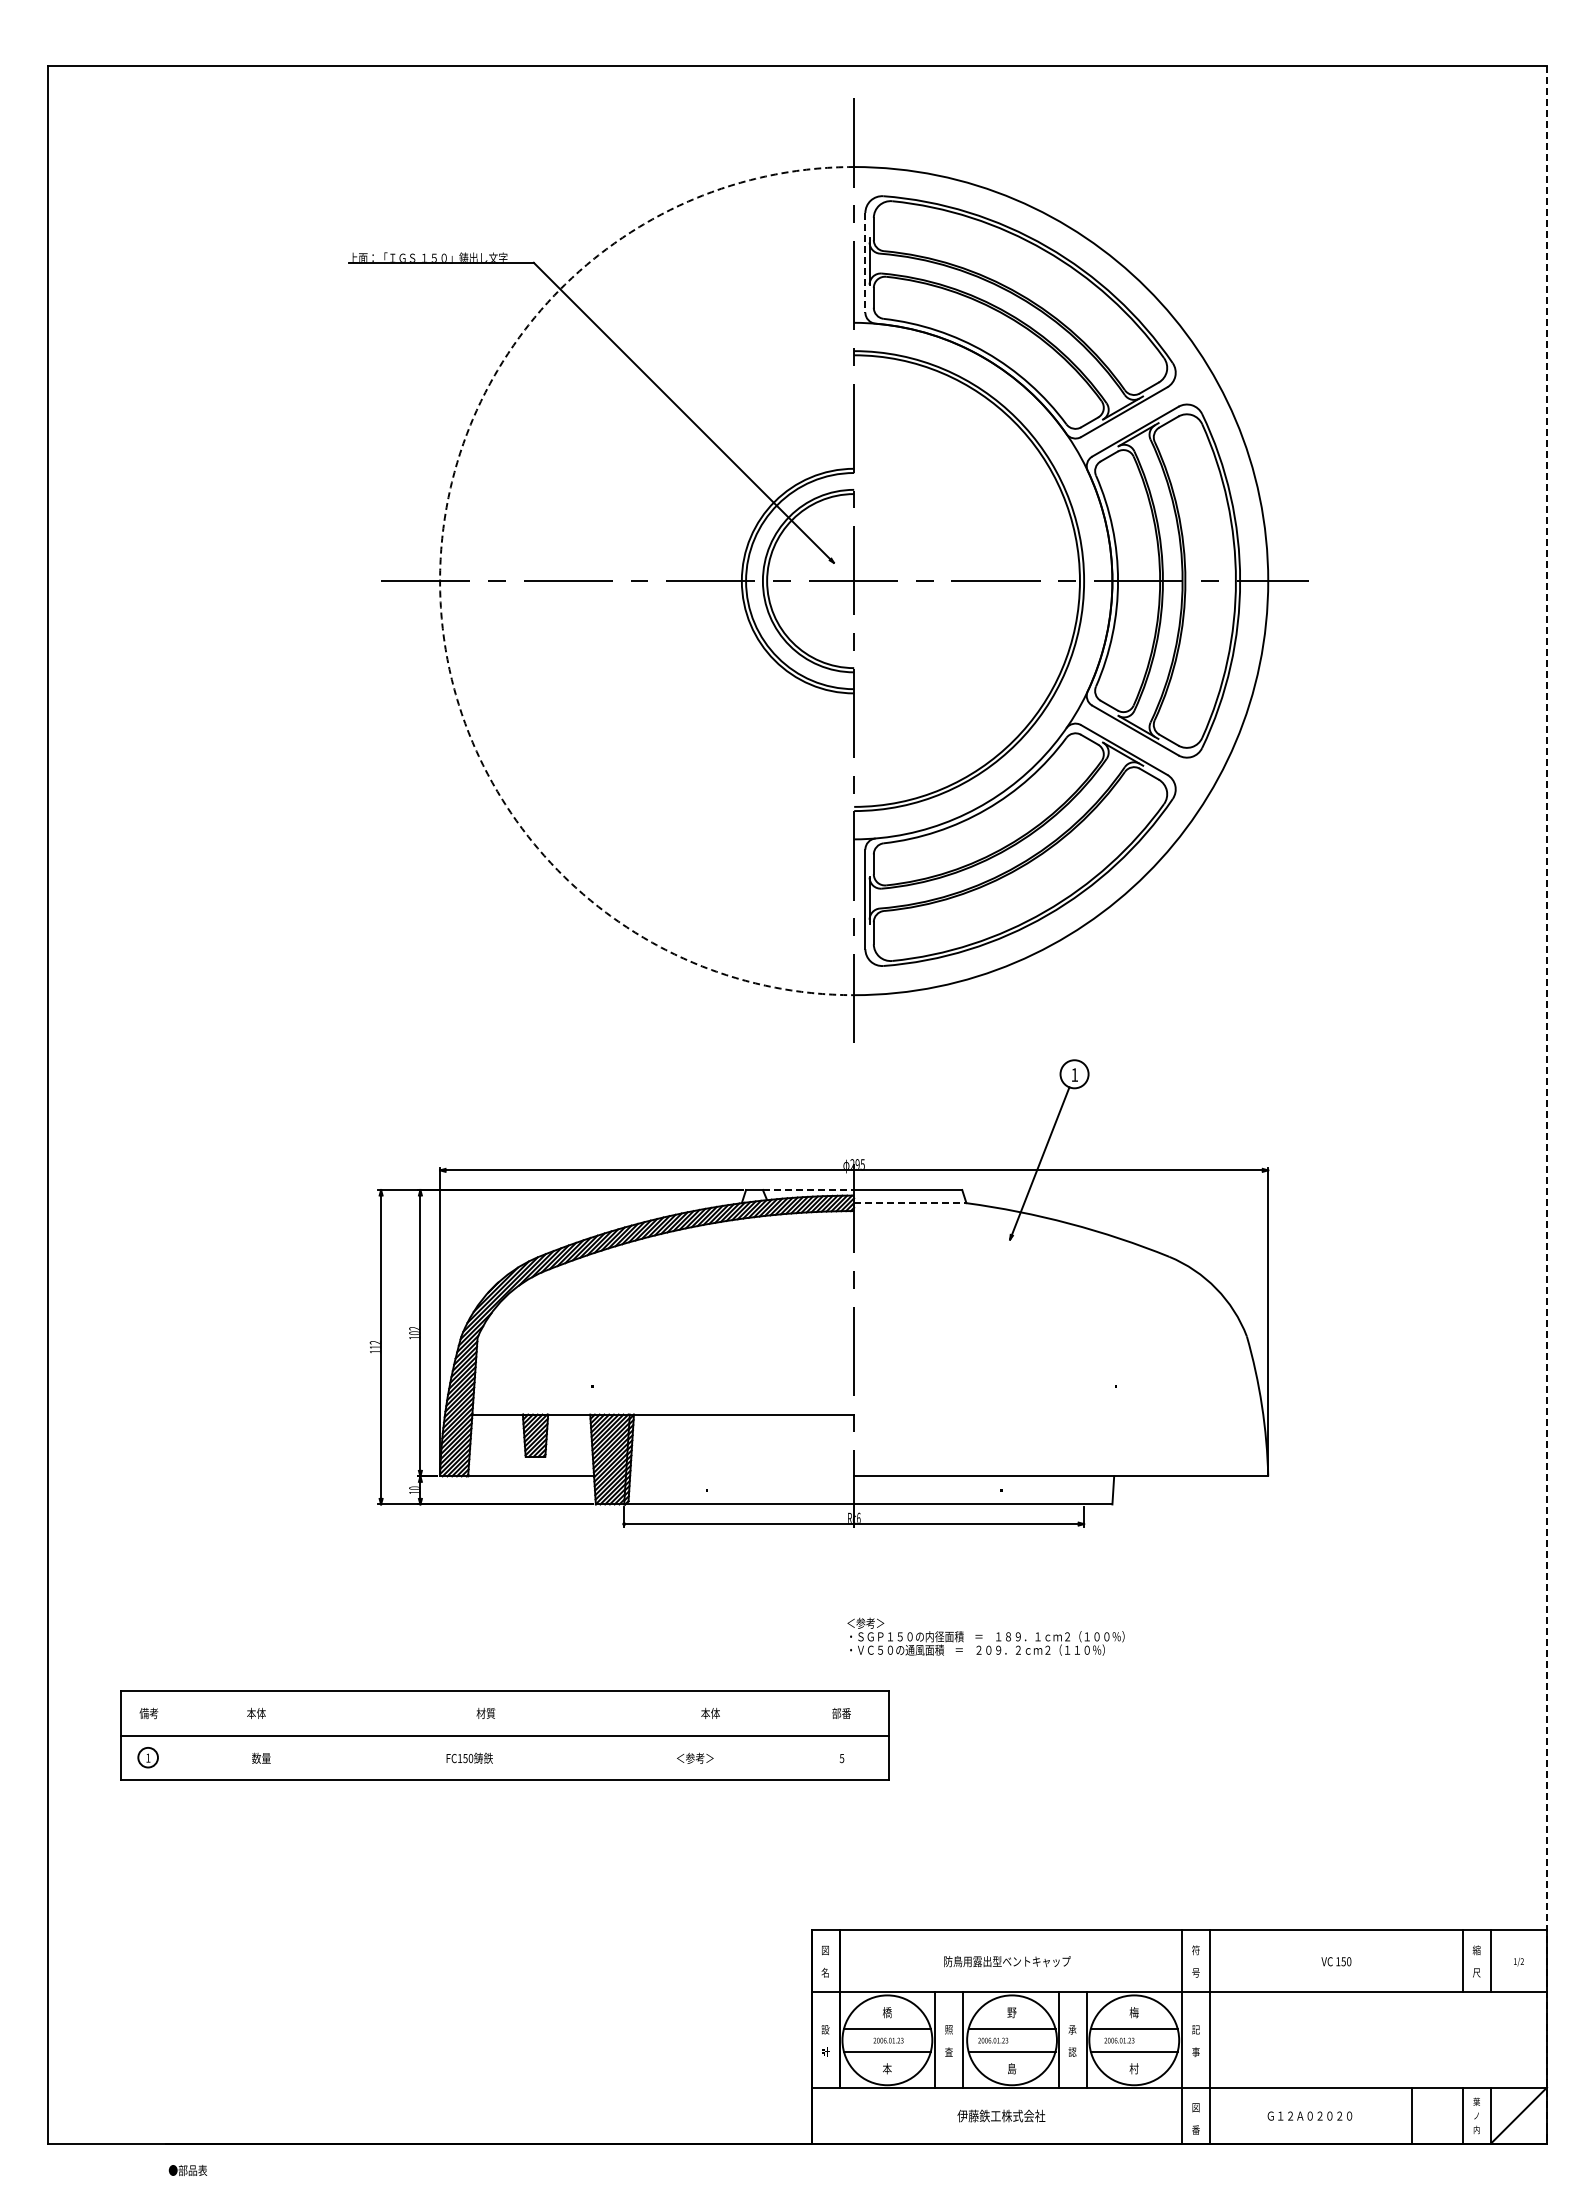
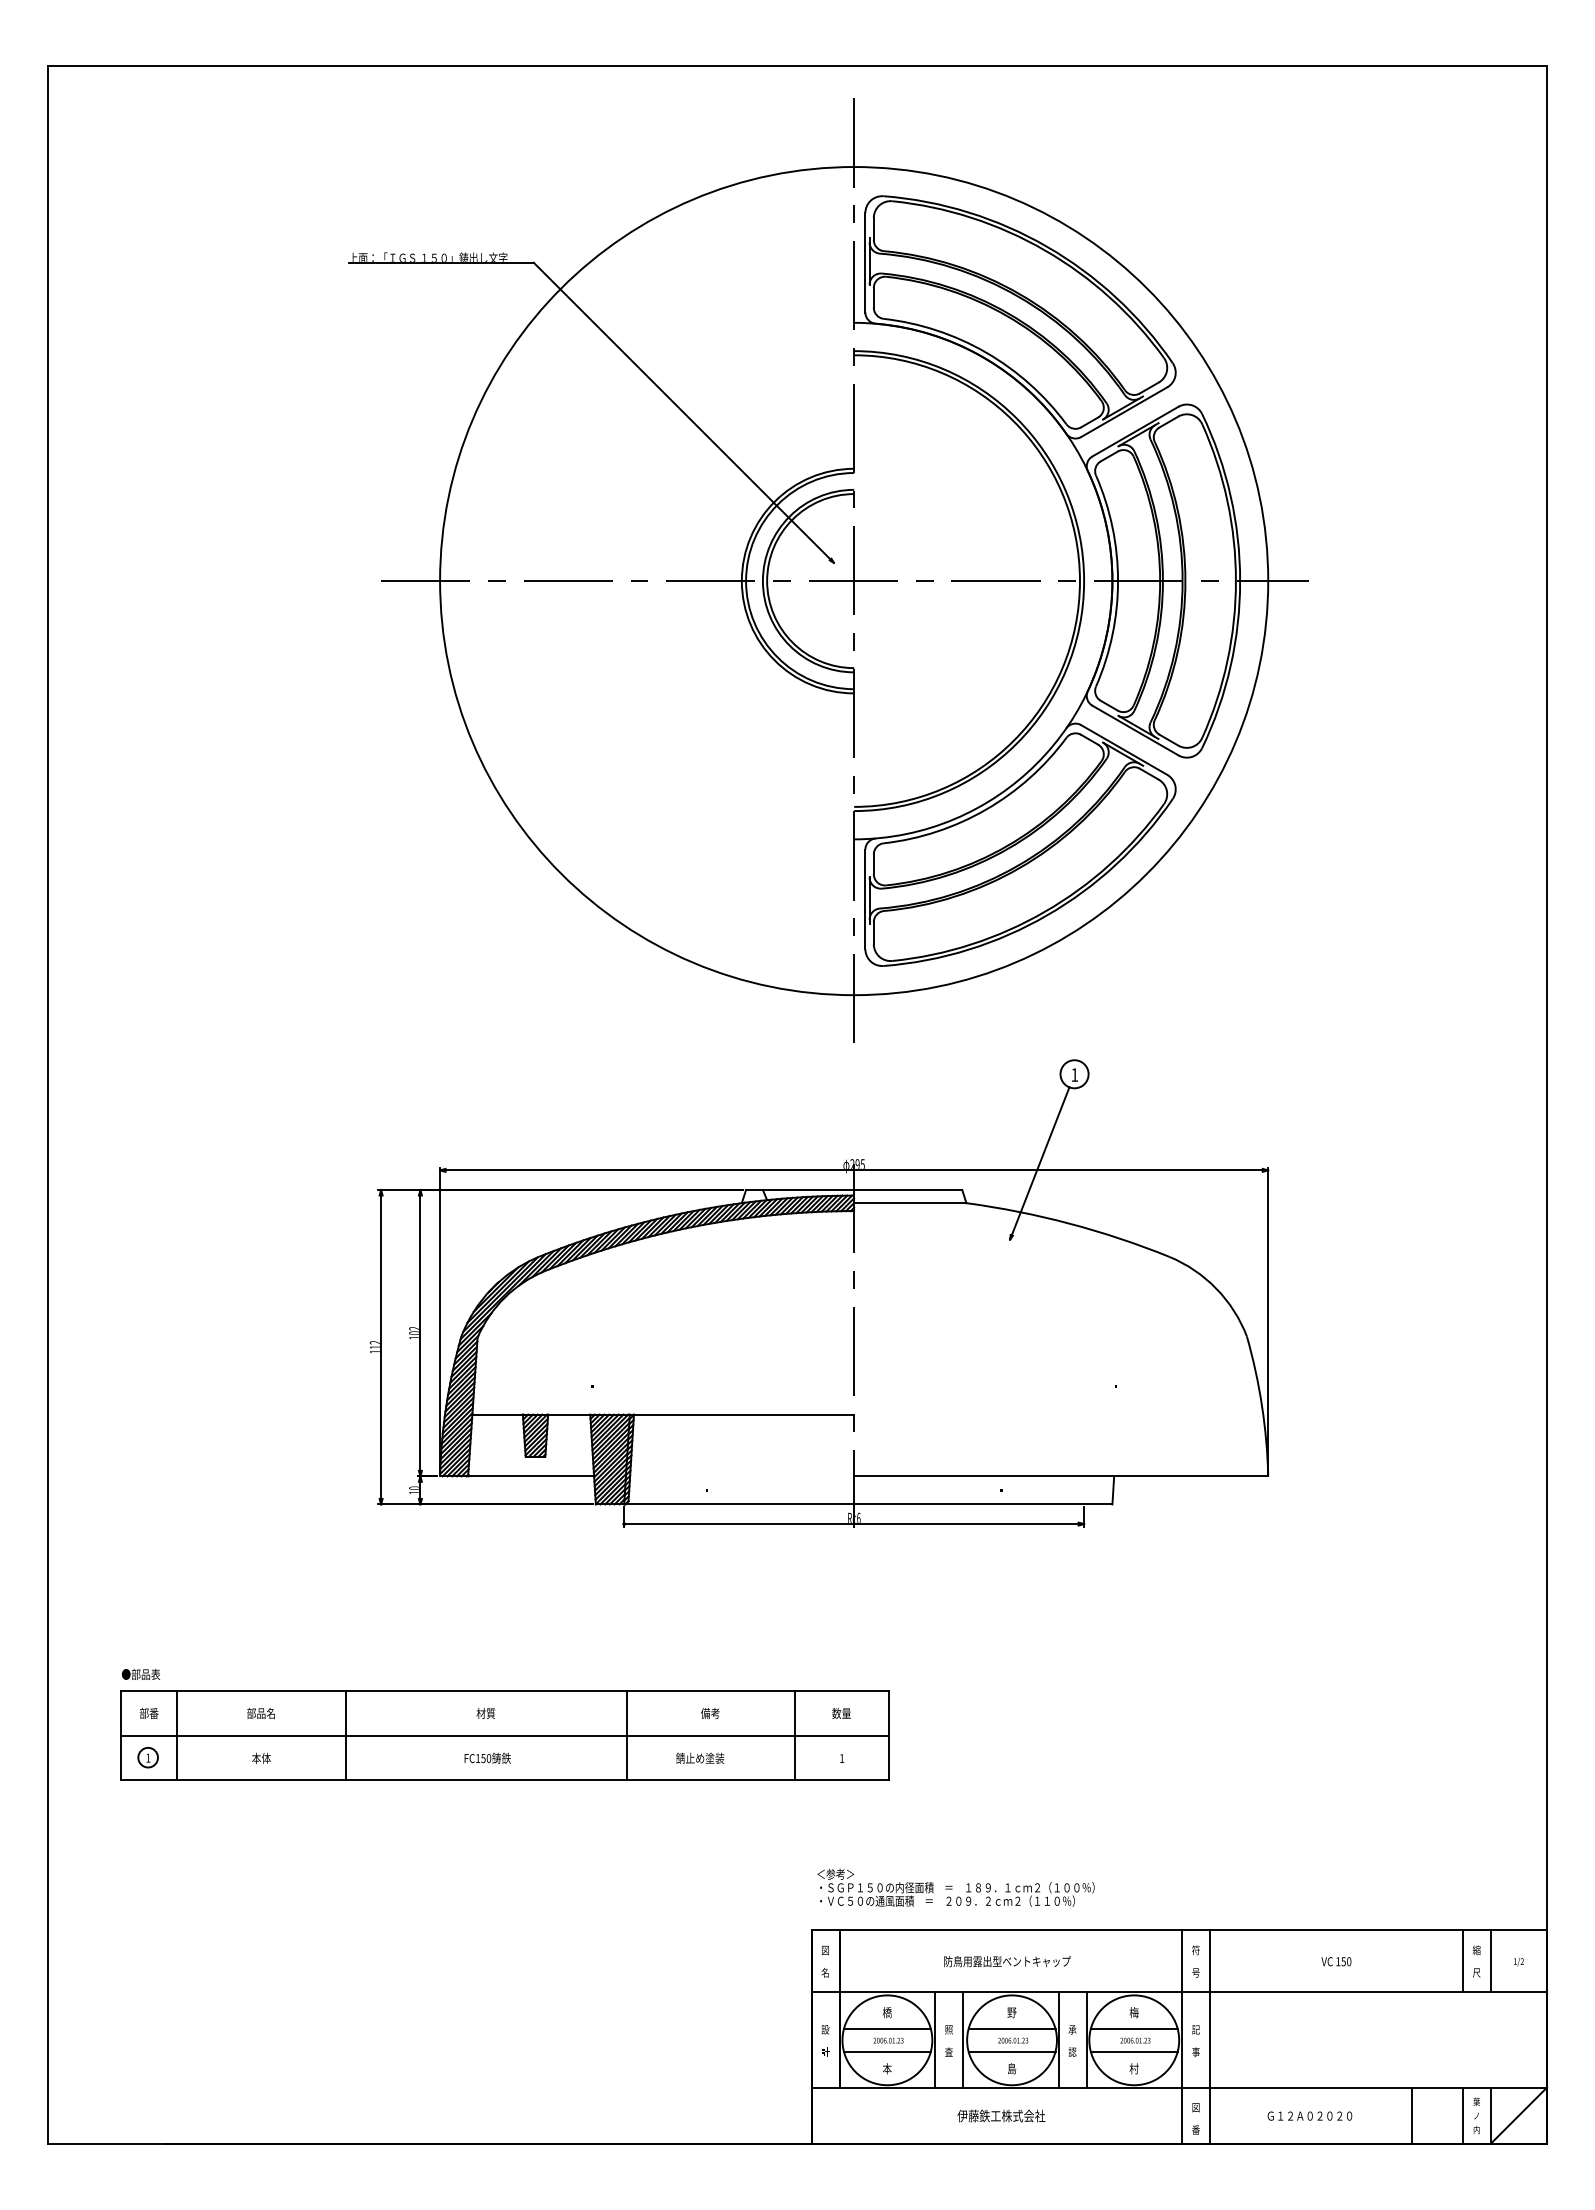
line at (865, 262): dashed -> solid
arc at (440, 581): dashed -> solid
line at (1547, 1105): dashed -> solid
line at (808, 1190): dashed -> solid
line at (910, 1203): dashed -> solid
text at (985, 1636) position: (985, 1636) -> (955, 1887)
text at (841, 1712): 部番 -> 数量
text at (148, 1713): 備考 -> 部番
text at (260, 1713): 本体 -> 部品名
text at (710, 1713): 本体 -> 備考
line at (177, 1735): none -> present
line at (345, 1735): none -> present
line at (626, 1735): none -> present
line at (795, 1735): none -> present
text at (261, 1757): 数量 -> 本体
text at (469, 1757) position: (469, 1757) -> (487, 1757)
text at (700, 1757): ＜参考＞ -> 錆止め塗装
text at (841, 1758): 5 -> 1
text at (993, 2040) position: (993, 2040) -> (1013, 2040)
text at (1119, 2040) position: (1119, 2040) -> (1135, 2040)
text at (187, 2170) position: (187, 2170) -> (140, 1674)
